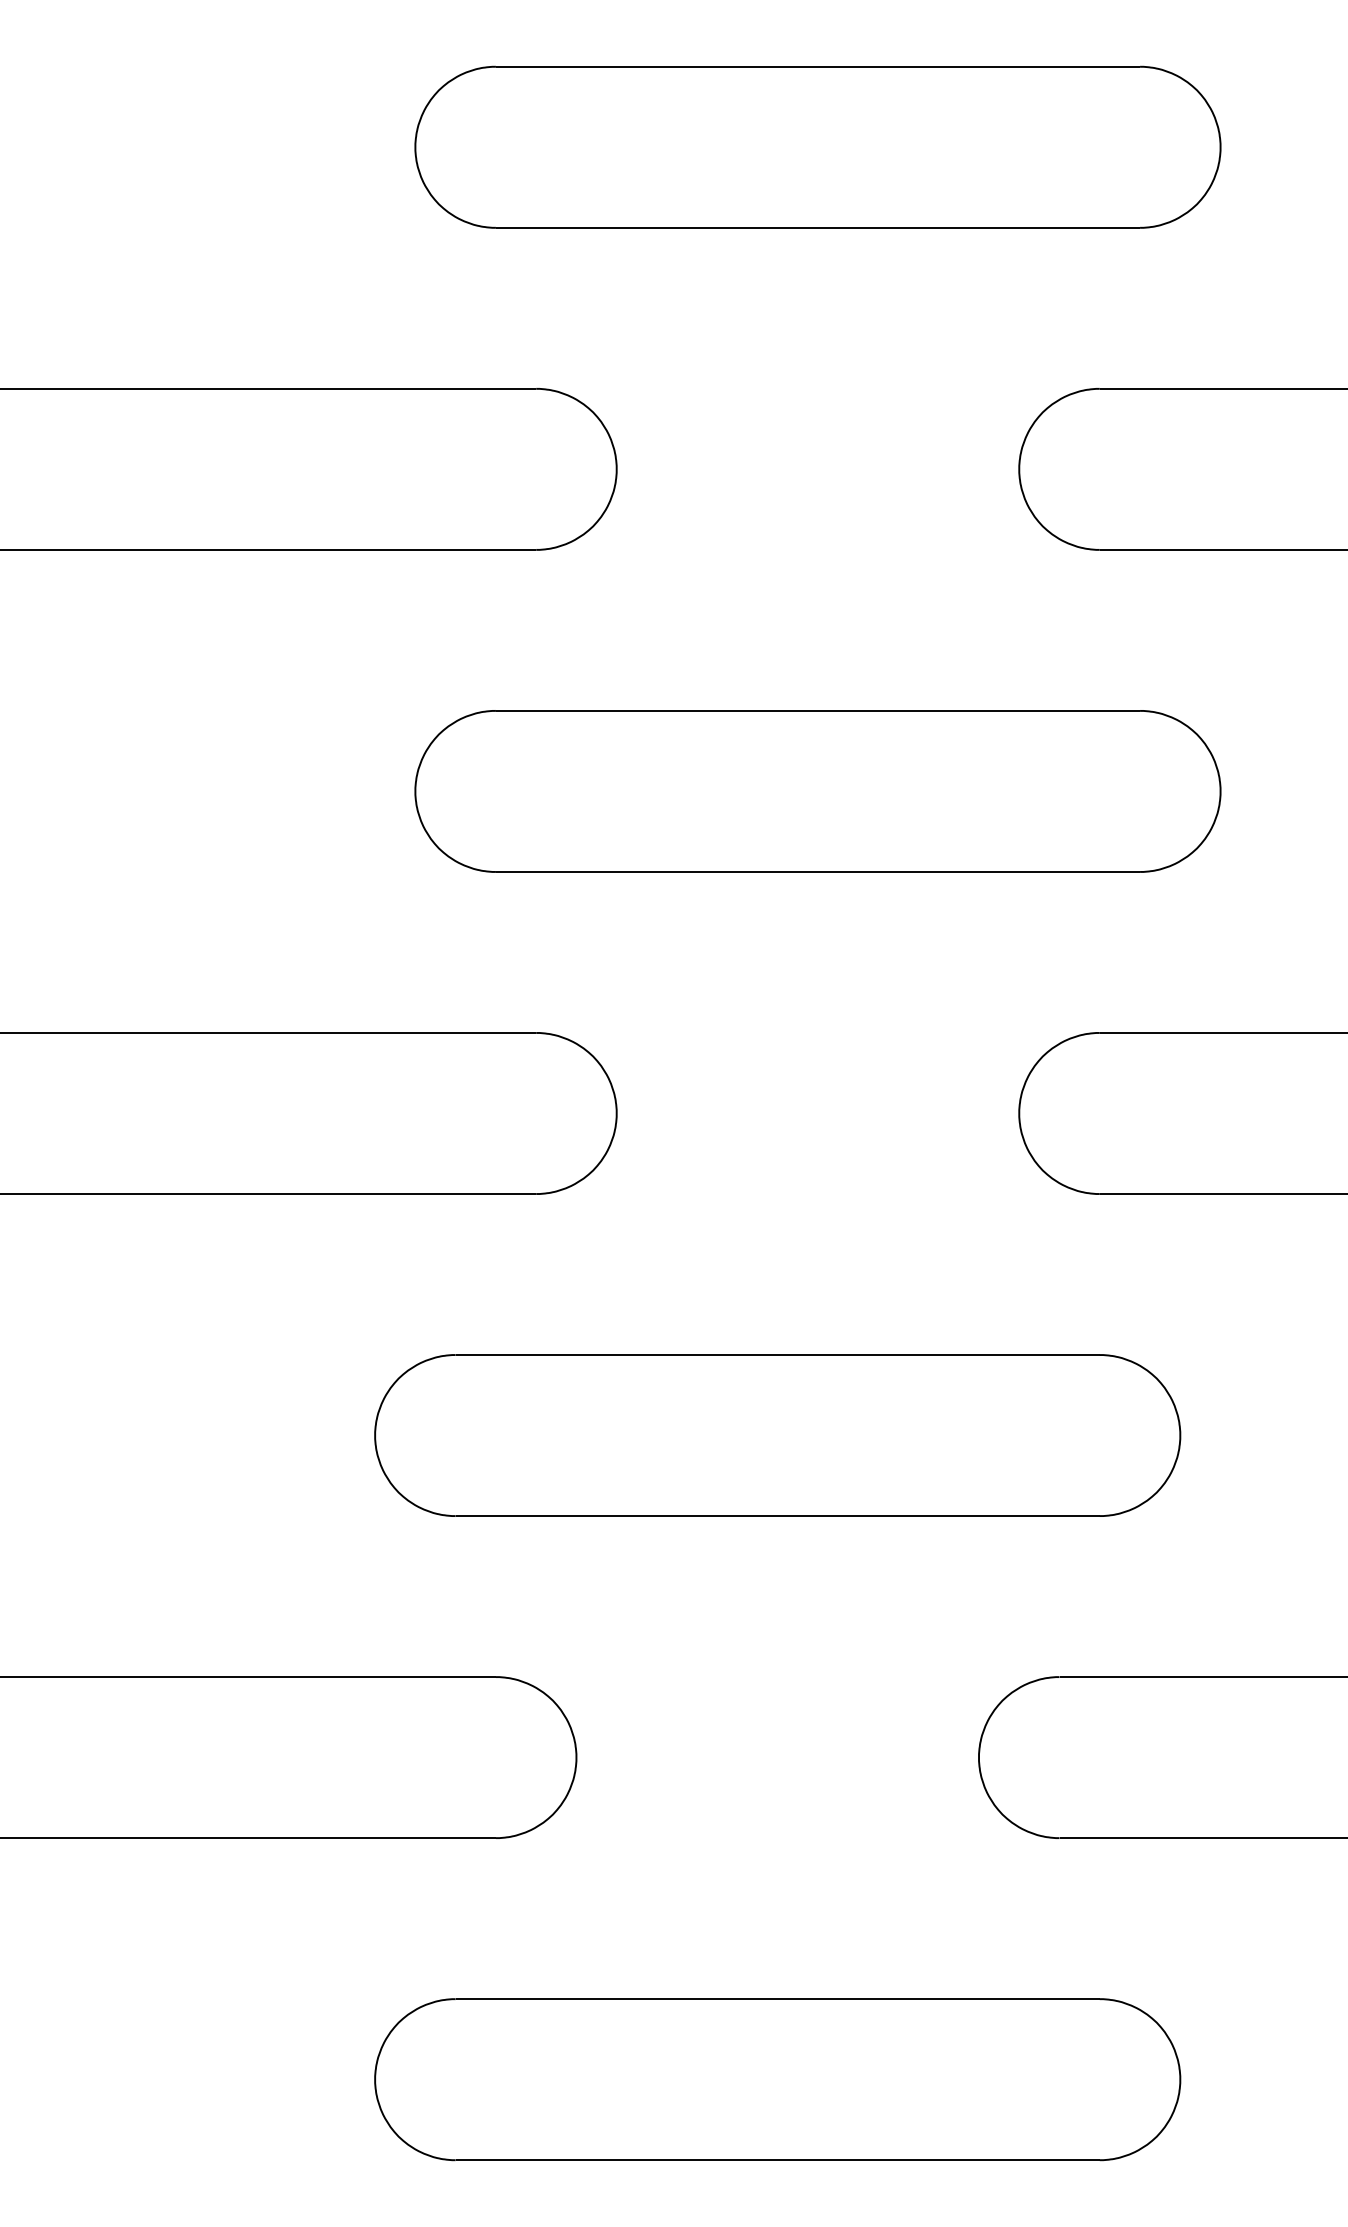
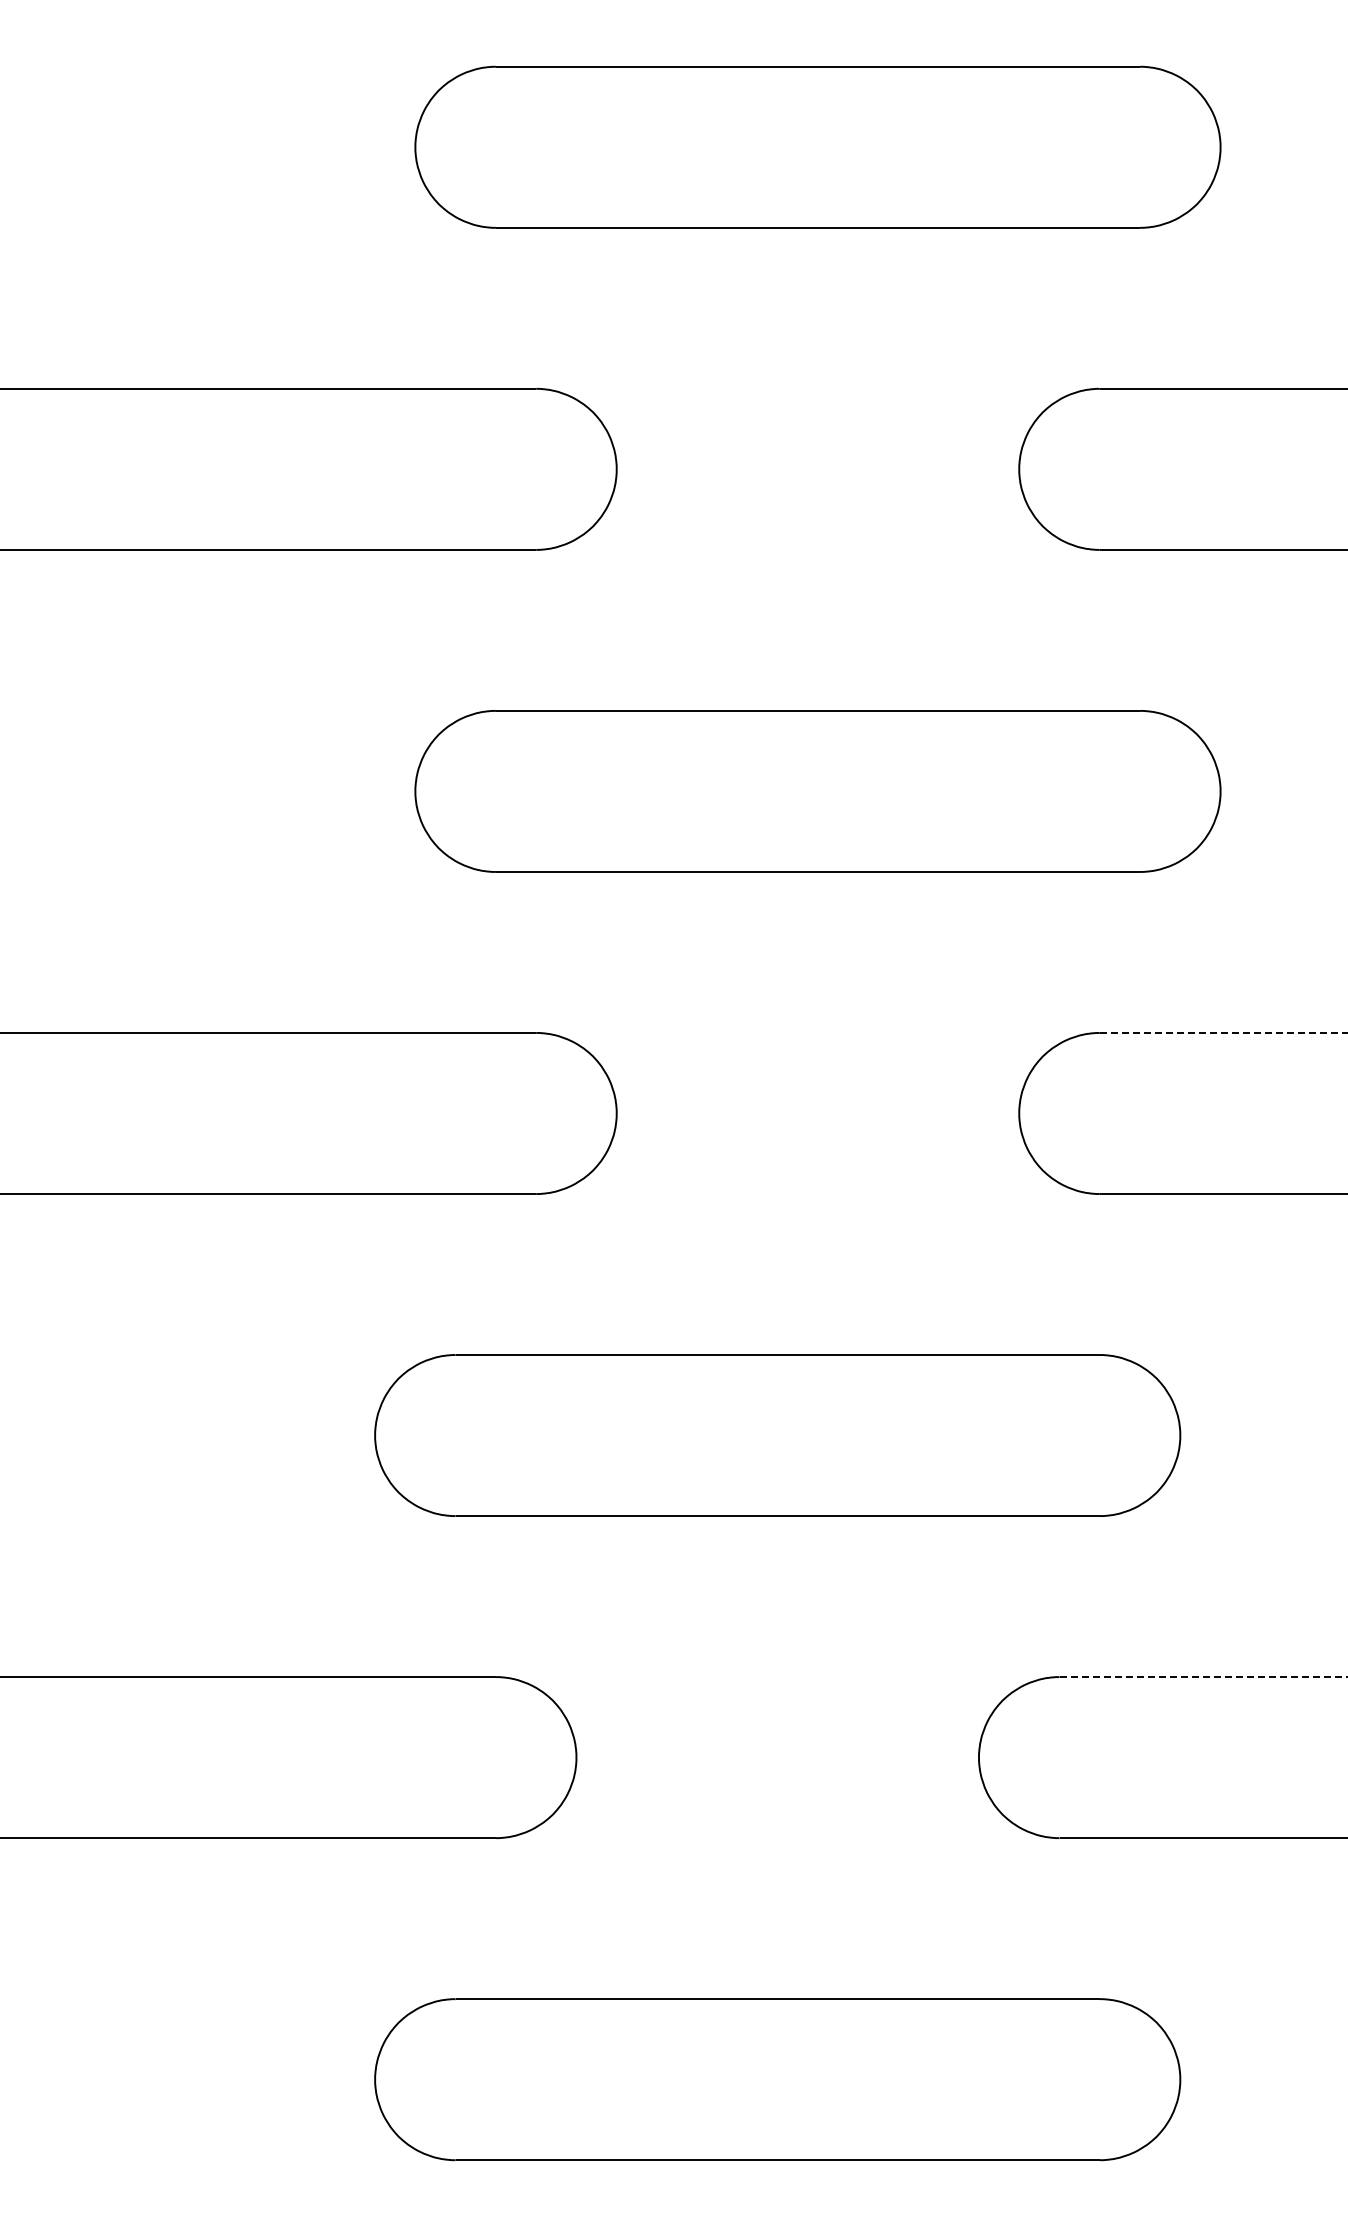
line at (1223, 1032): solid -> dashed
line at (1203, 1677): solid -> dashed
